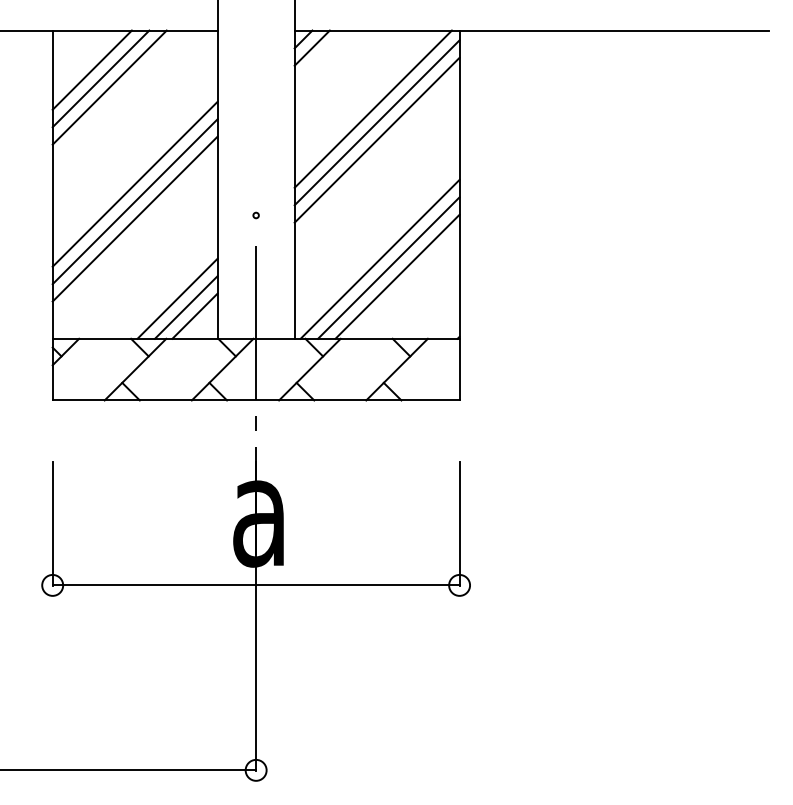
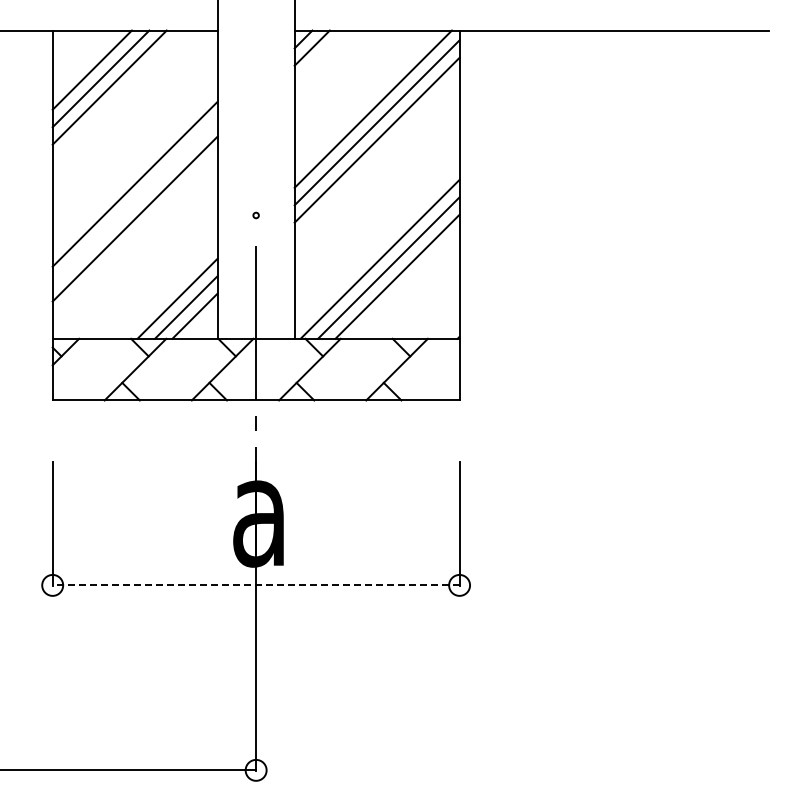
line at (134, 201): present -> none
line at (255, 585): solid -> dashed
